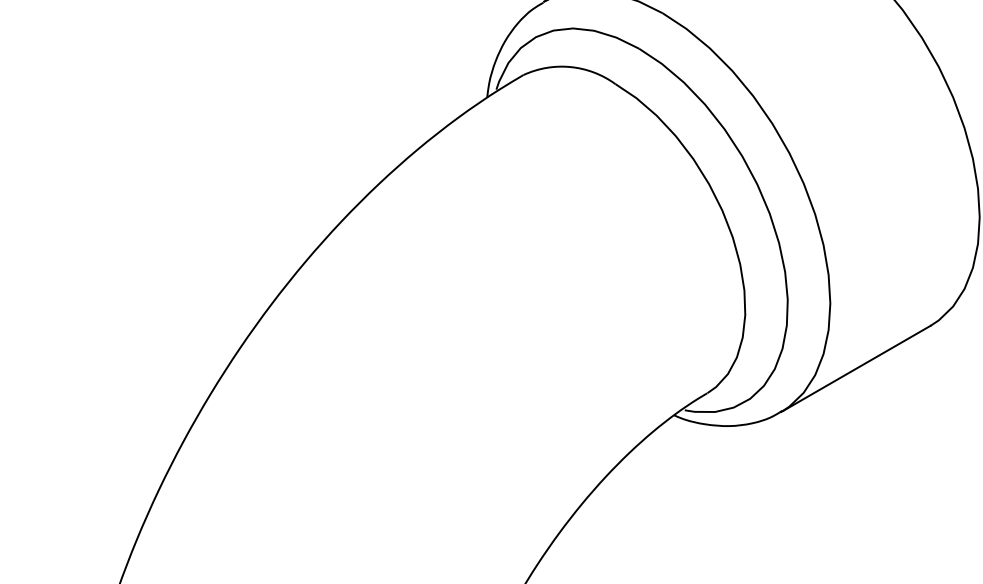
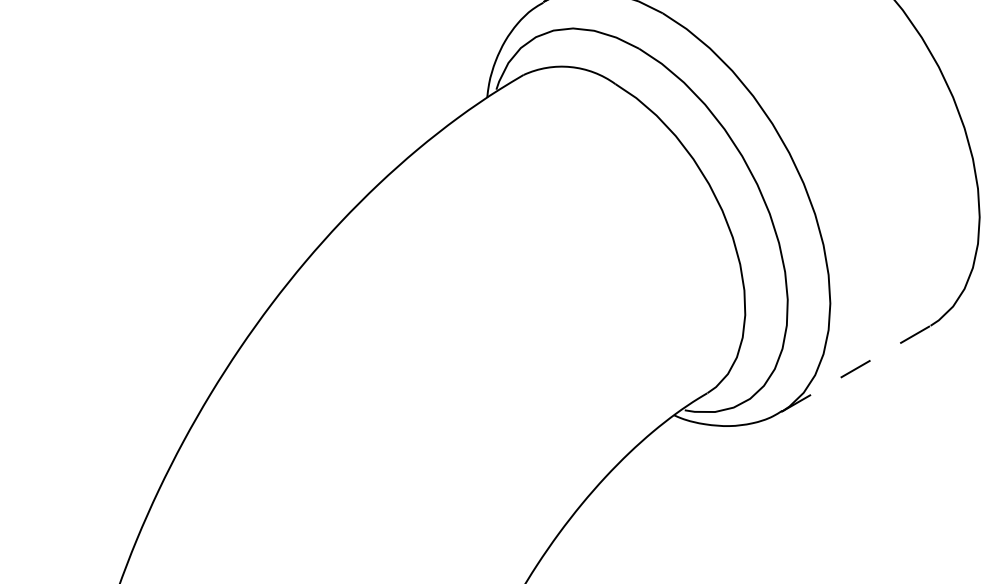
line at (856, 368): solid -> dashed
